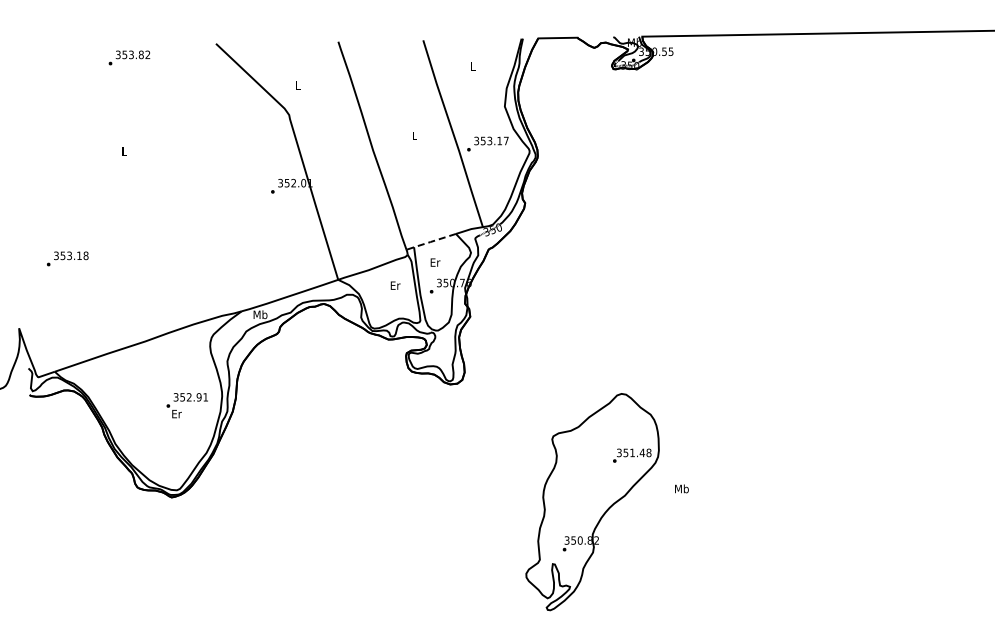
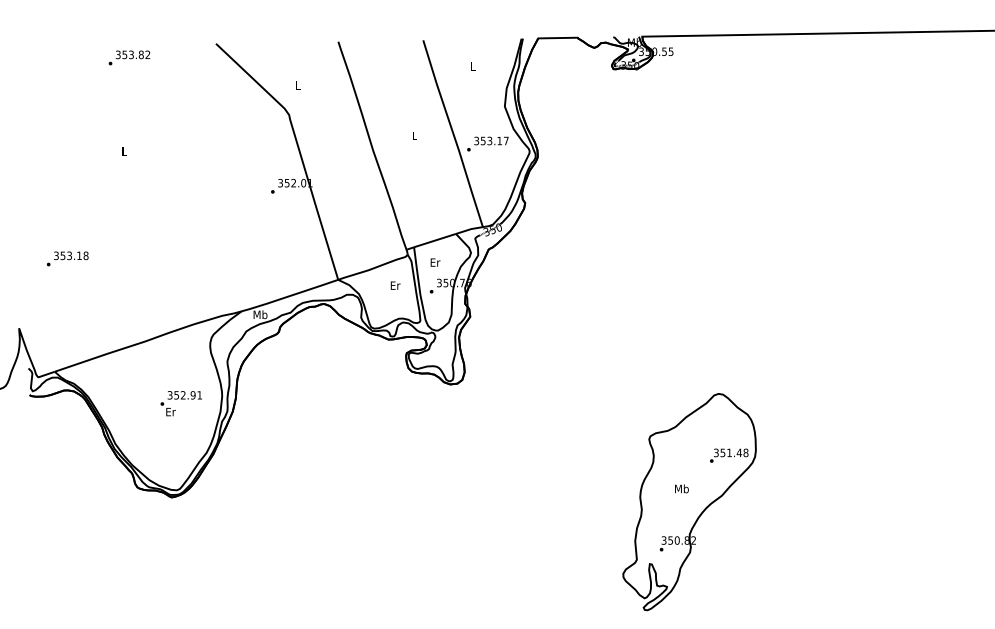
line at (434, 240): dashed -> solid
text at (186, 405) position: (186, 405) -> (180, 403)
part at (592, 502) position: (592, 502) -> (689, 502)
